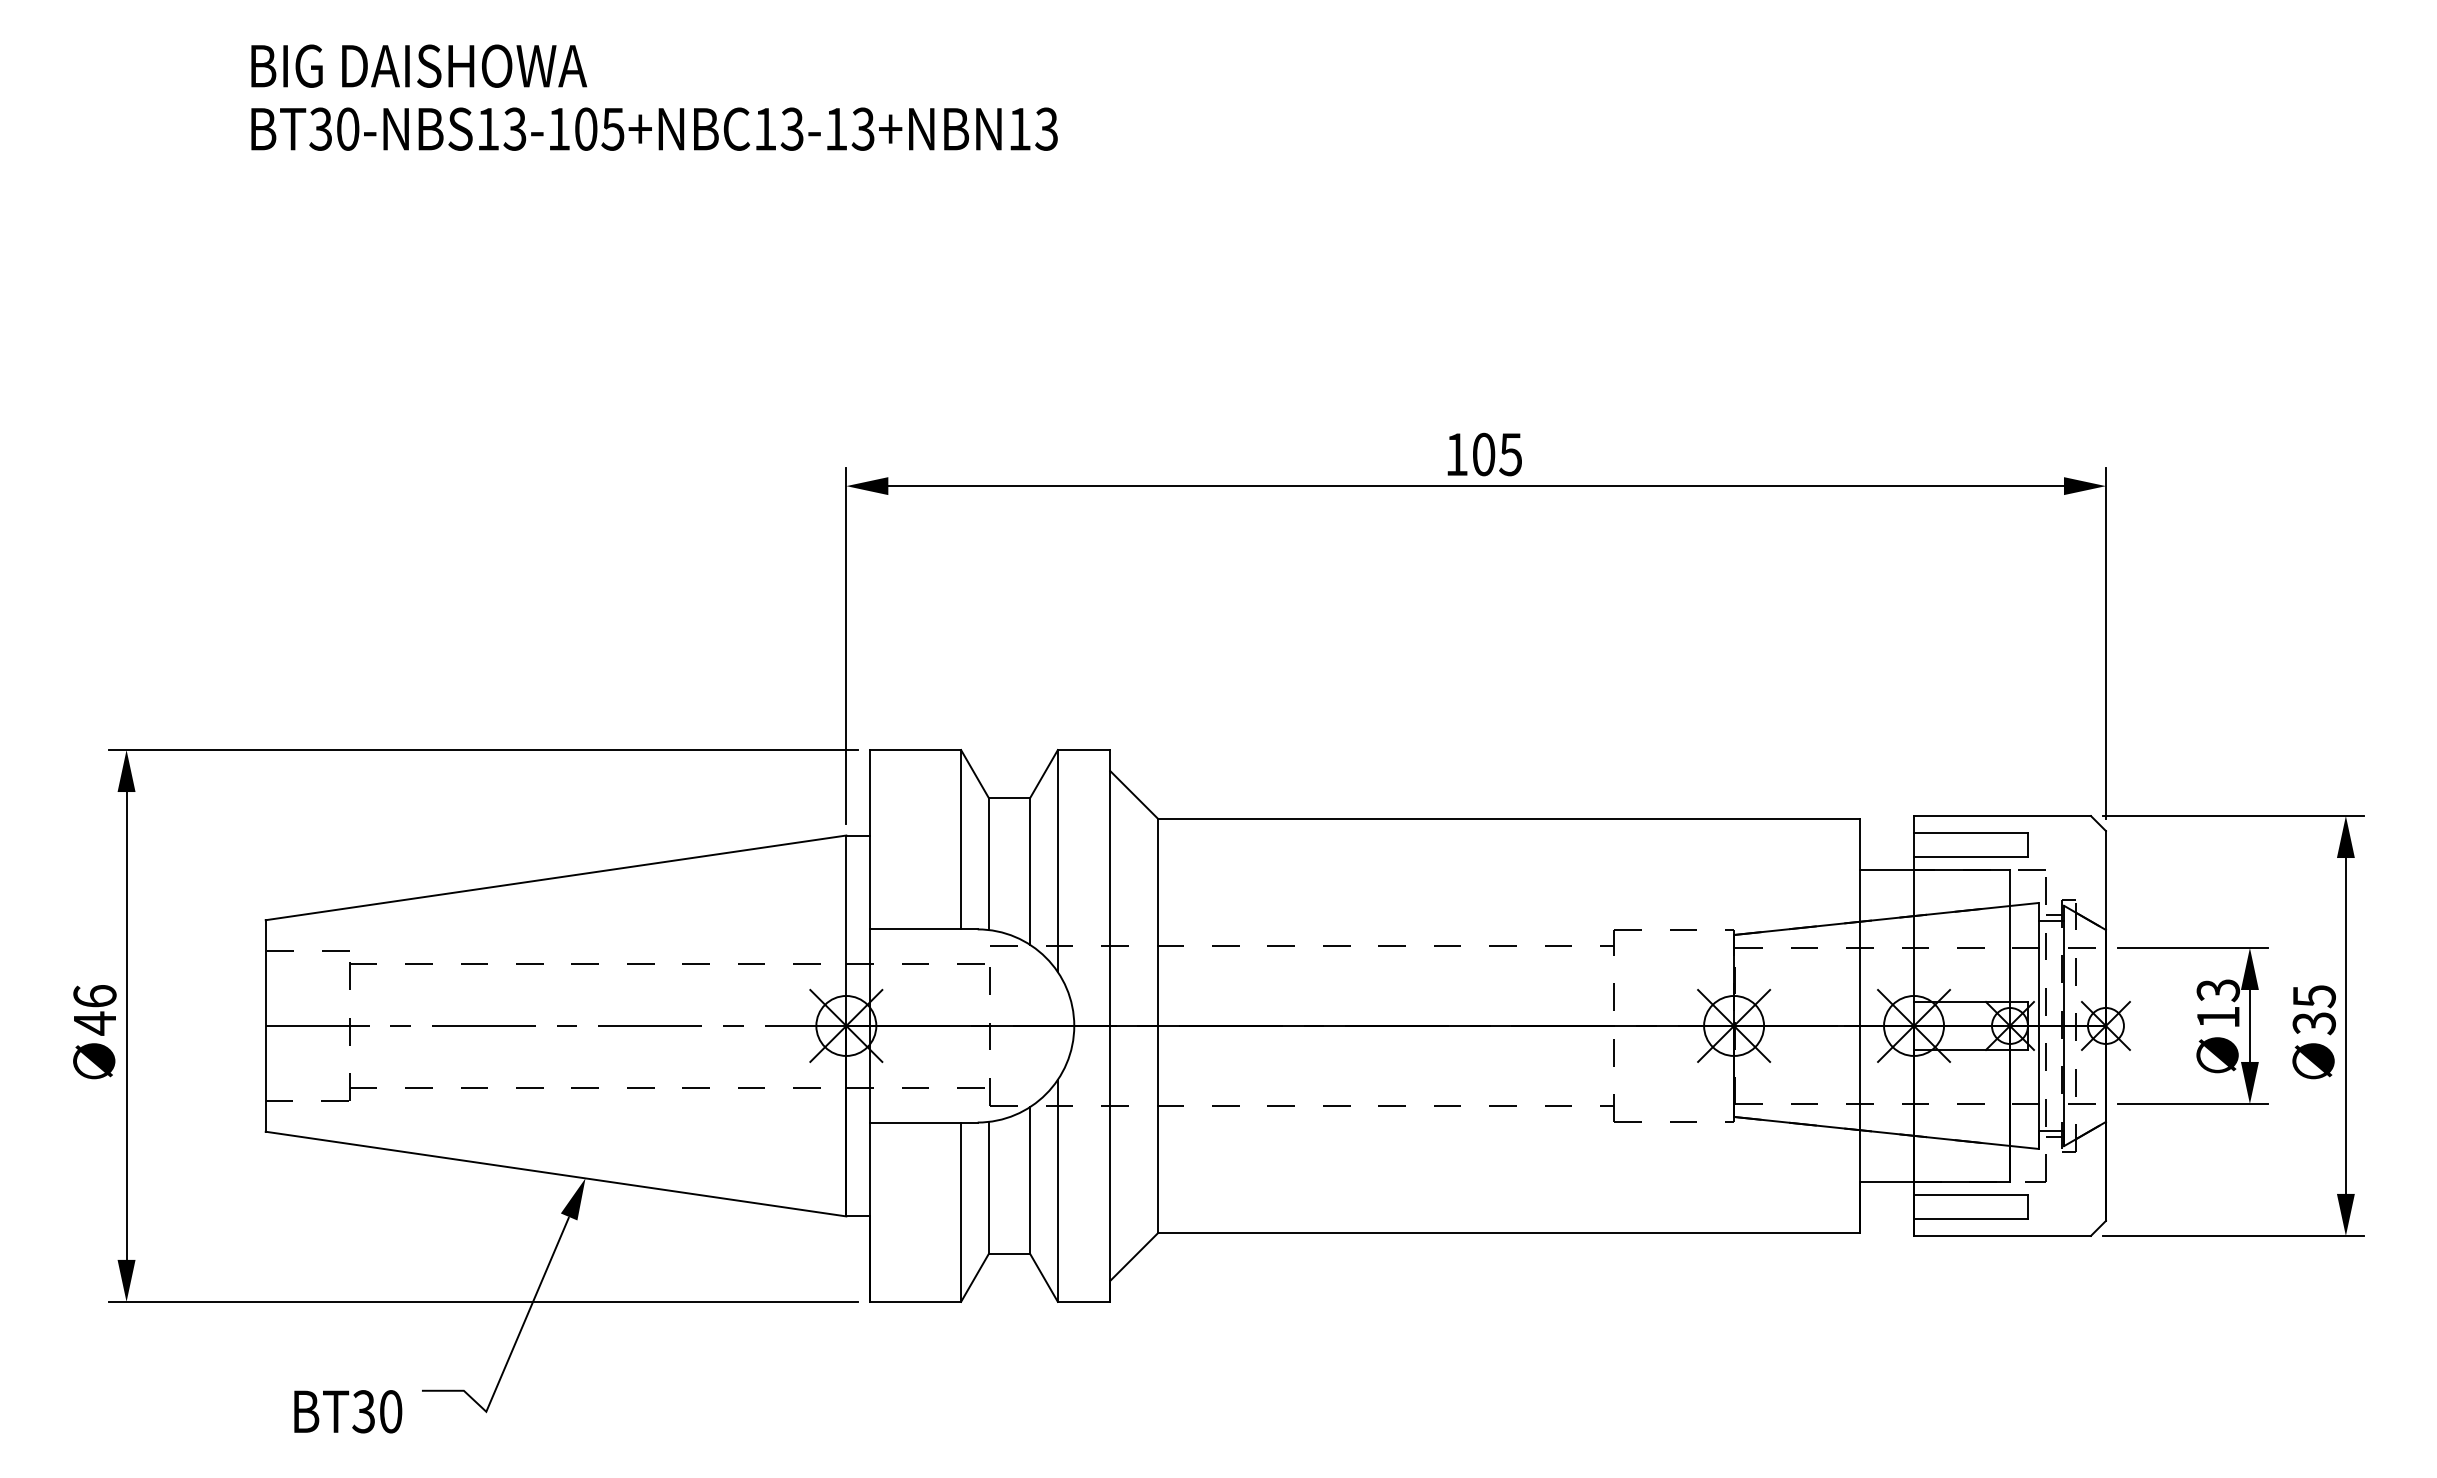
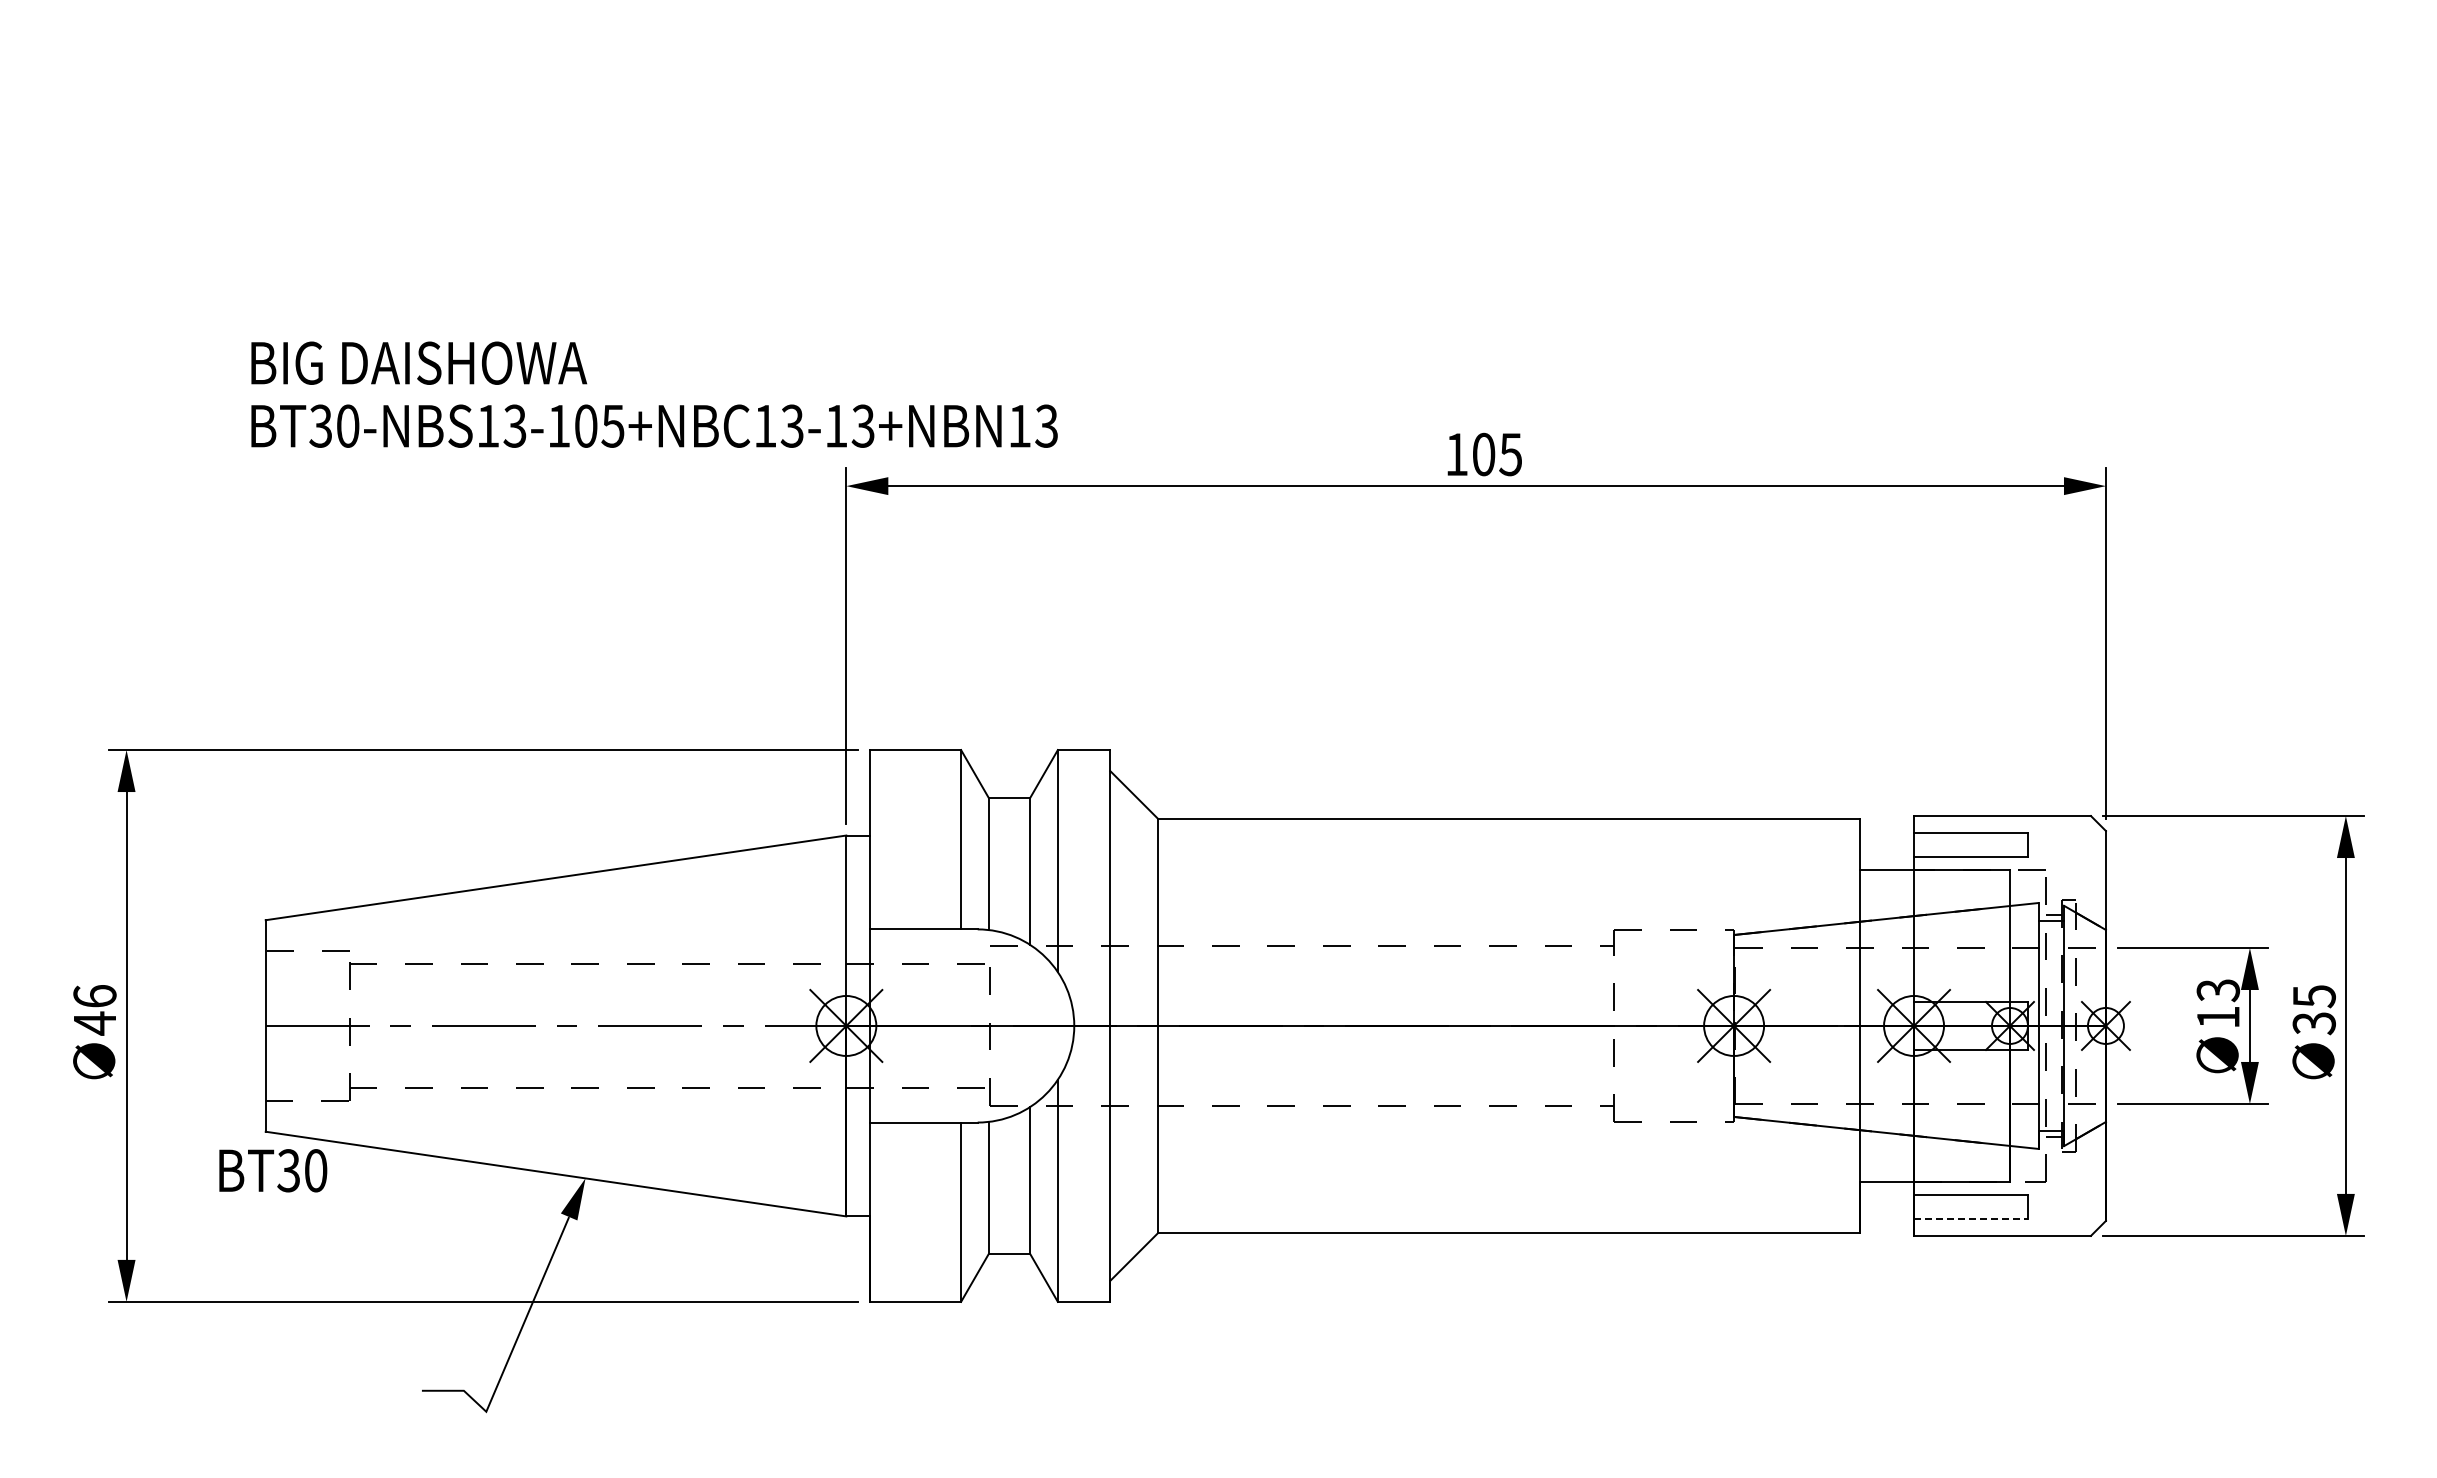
text at (654, 97) position: (654, 97) -> (654, 394)
line at (1971, 1218): solid -> dashed
text at (348, 1411) position: (348, 1411) -> (273, 1170)
